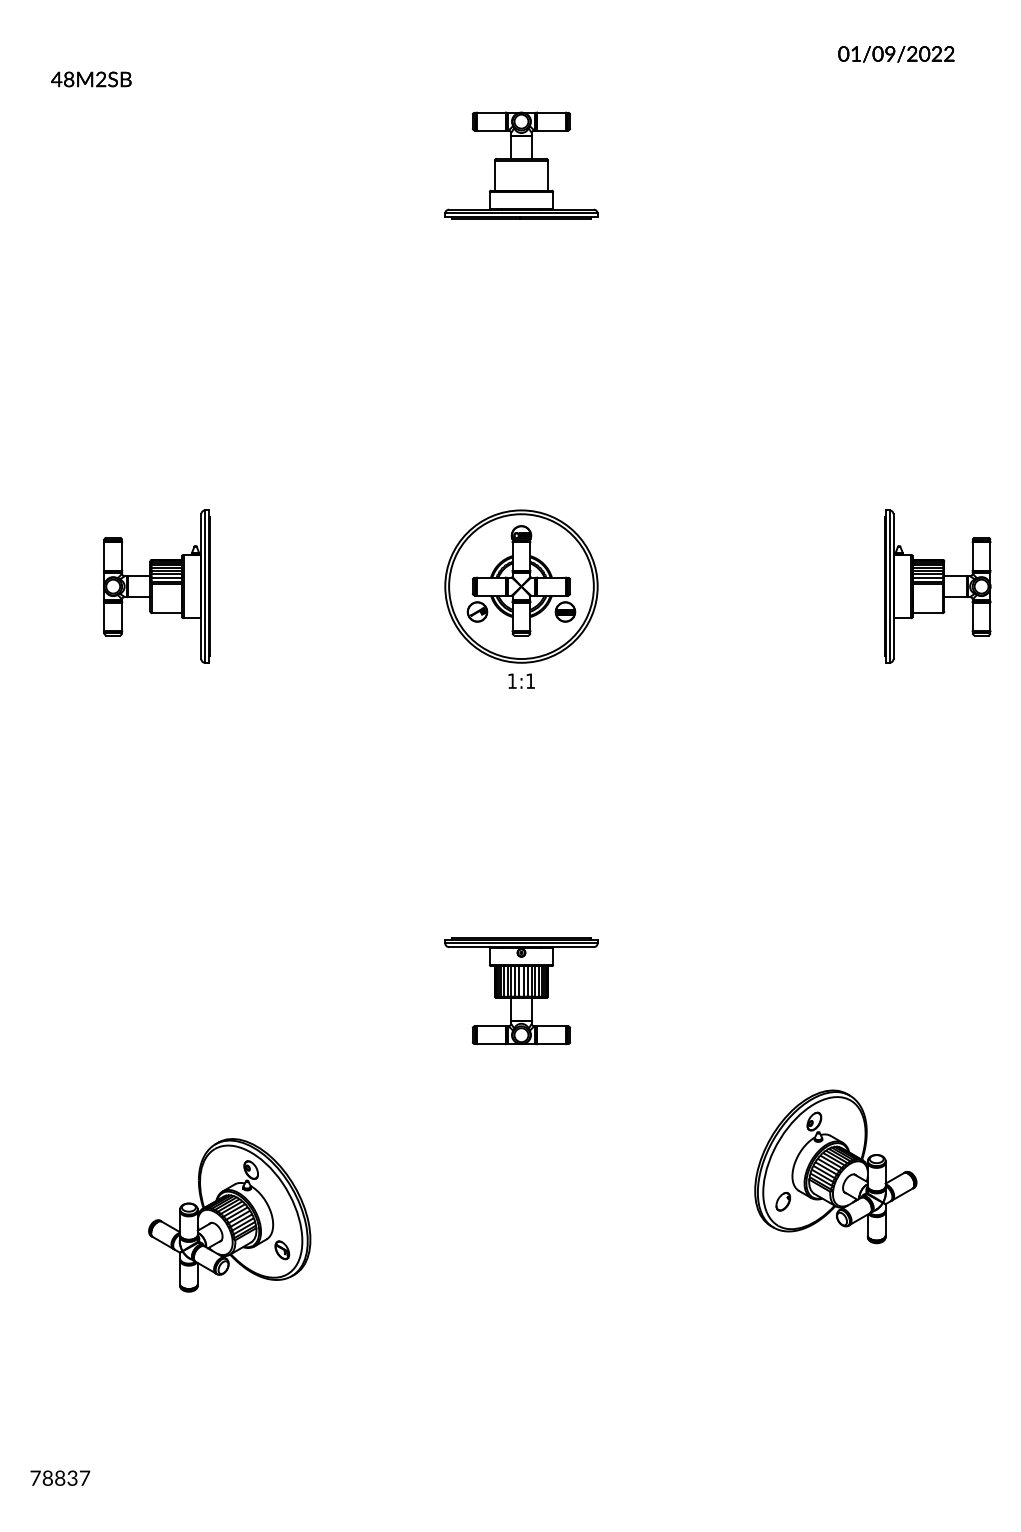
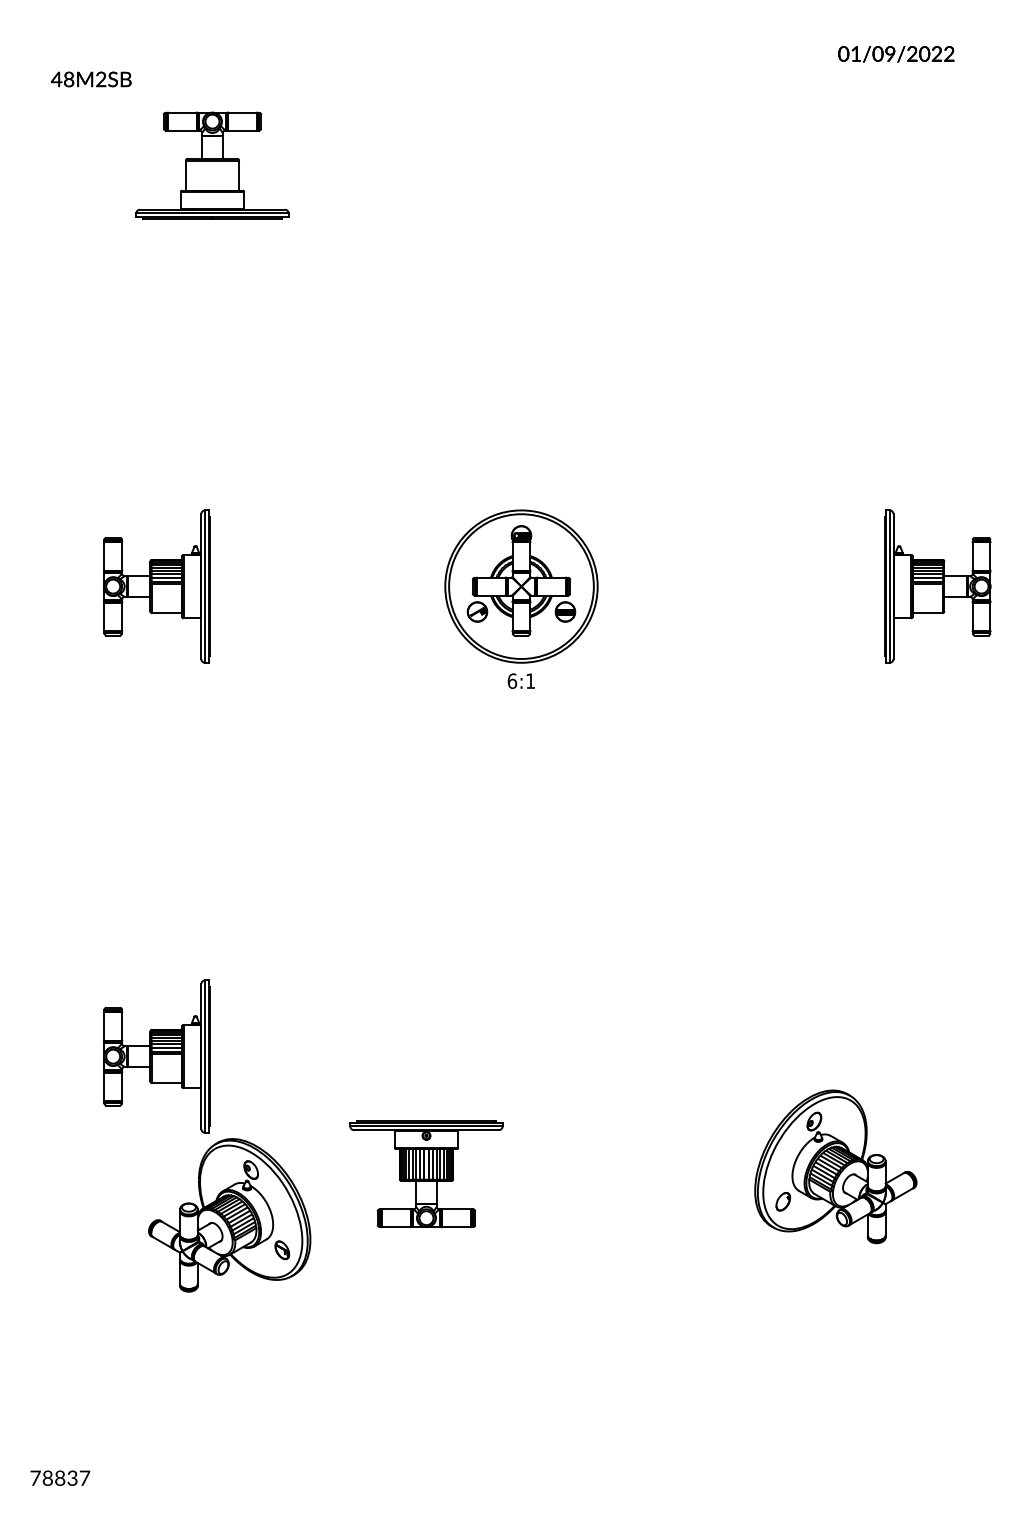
part at (521, 165) position: (521, 165) -> (212, 165)
text at (512, 681): 1:1 -> 6:1
part at (521, 991) position: (521, 991) -> (426, 1174)
part at (156, 1056): none -> present
